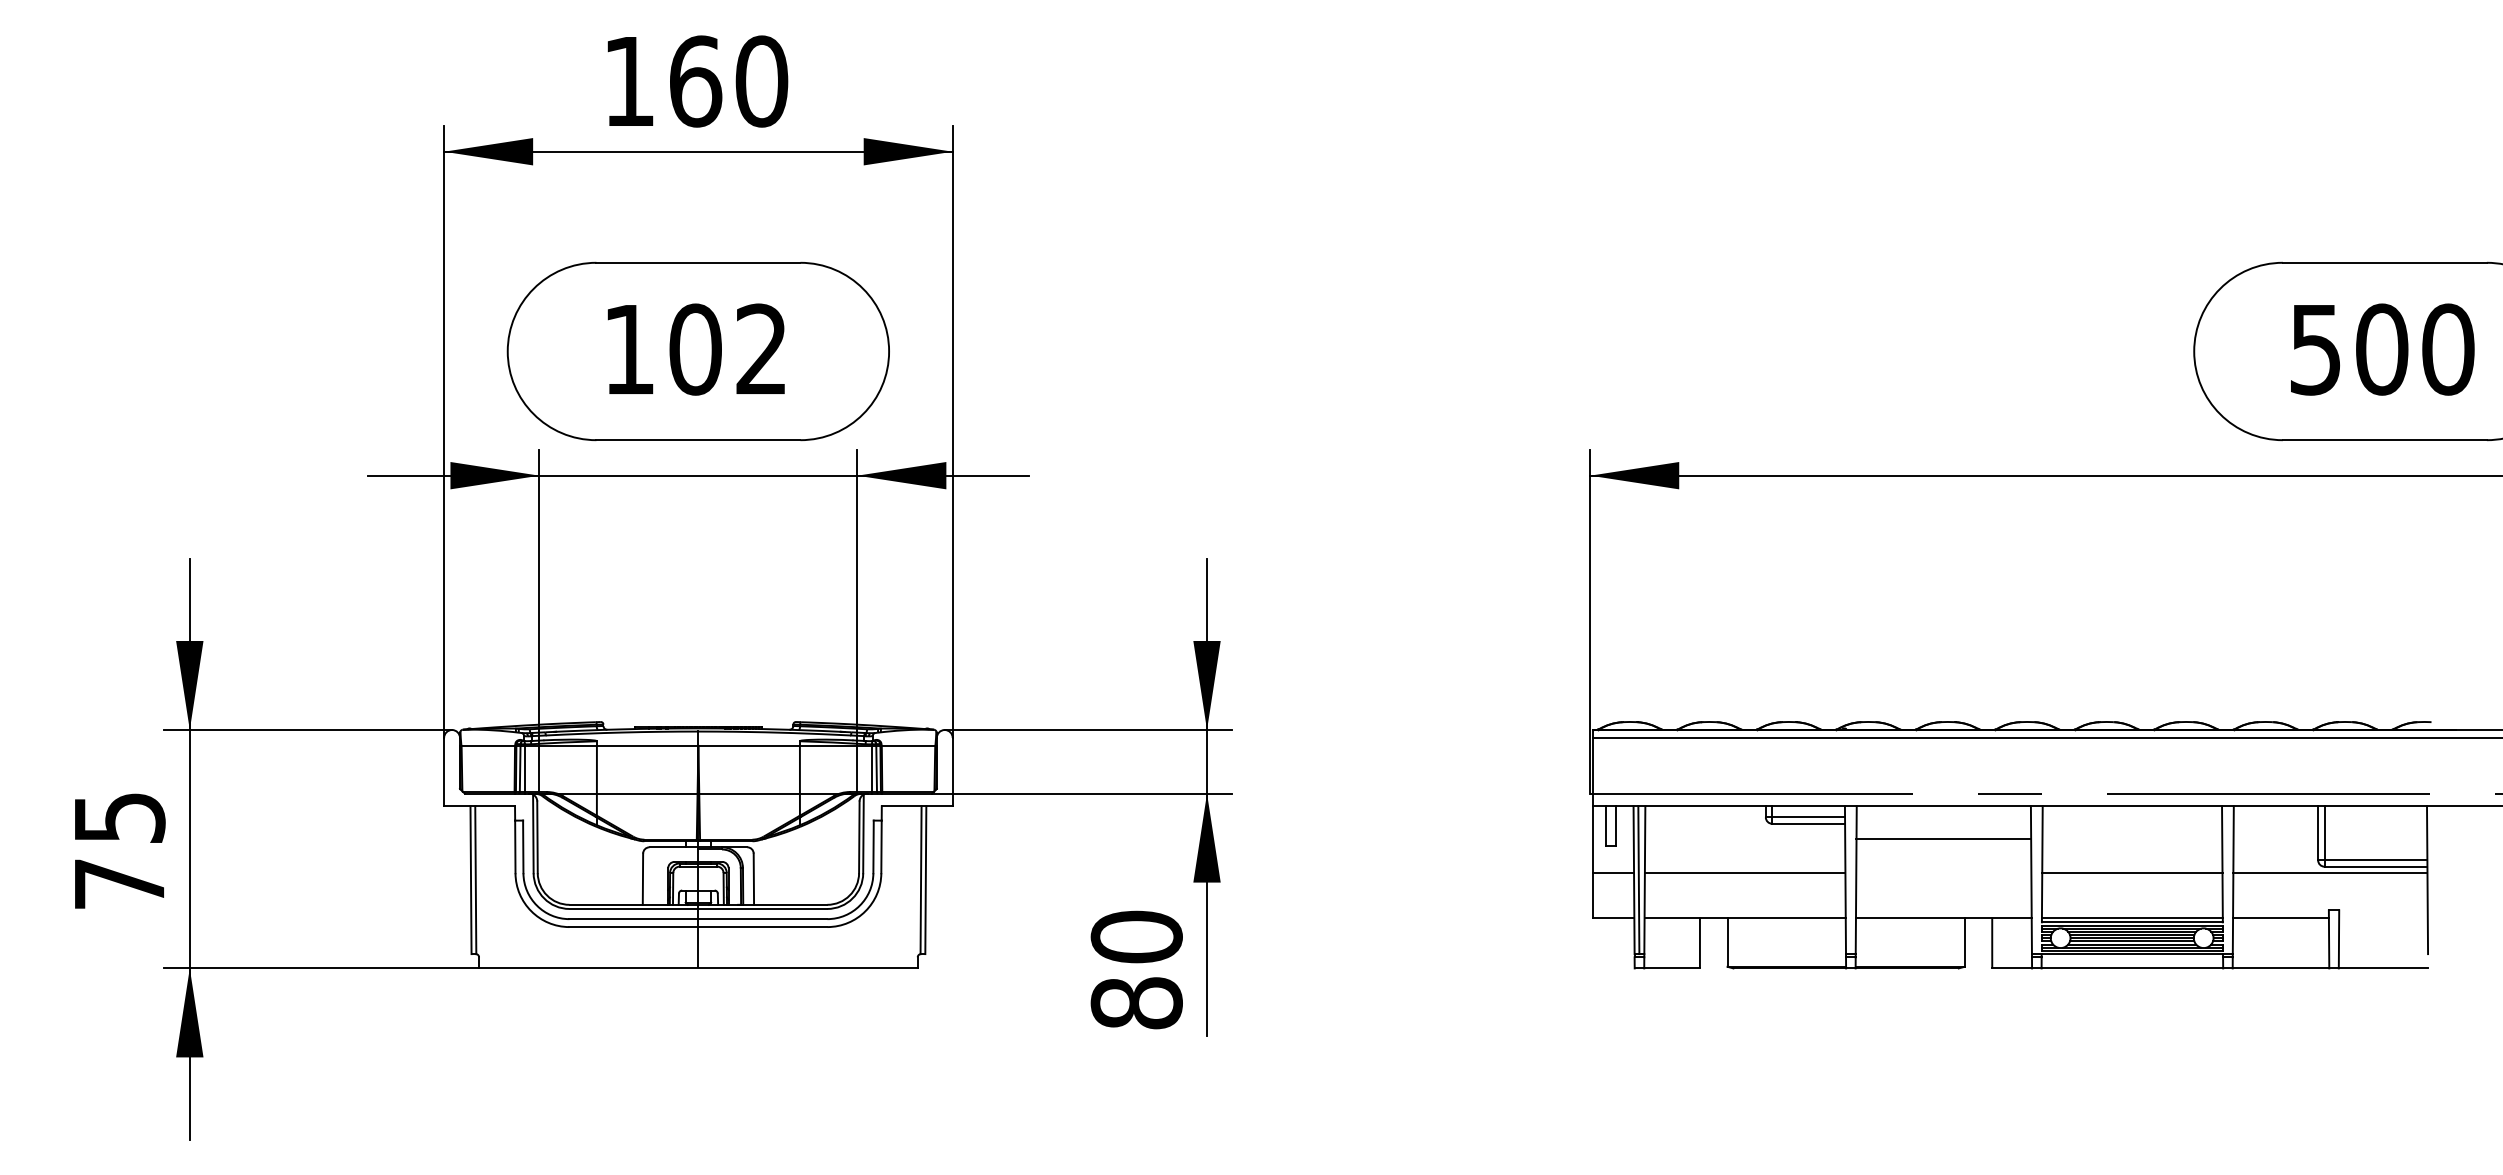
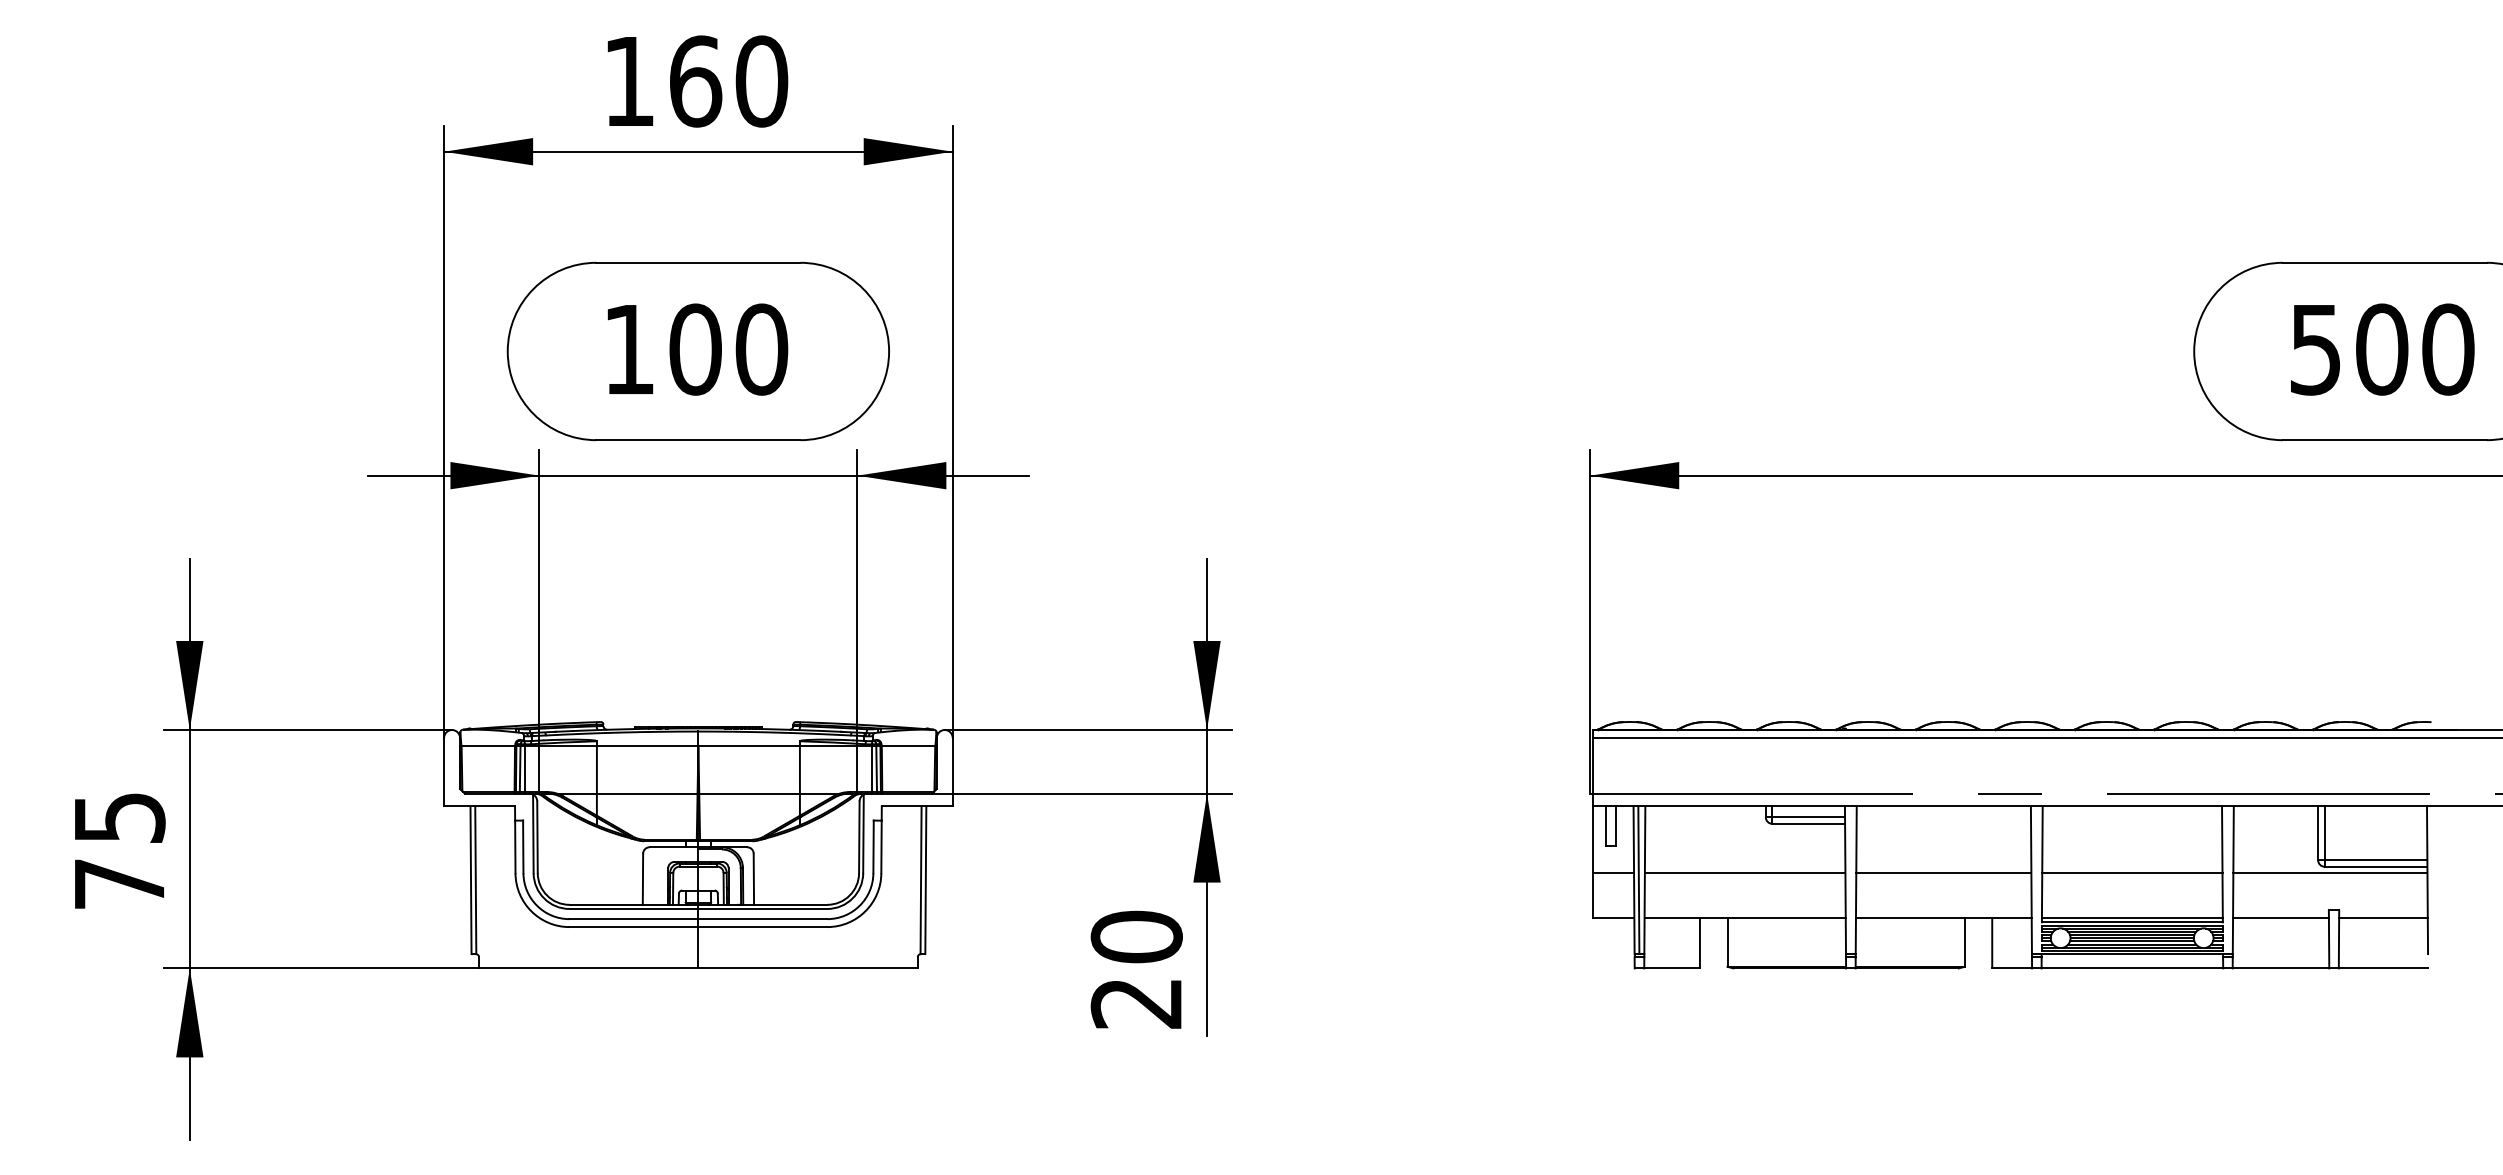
text at (761, 349): 102 -> 100
line at (1943, 839) position: (1943, 839) -> (1943, 873)
line at (2383, 917): none -> present
text at (1136, 1003): 80 -> 20
